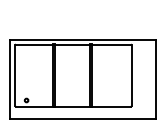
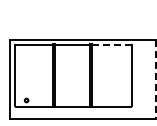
line at (111, 44): solid -> dashed
line at (155, 79): solid -> dashed
